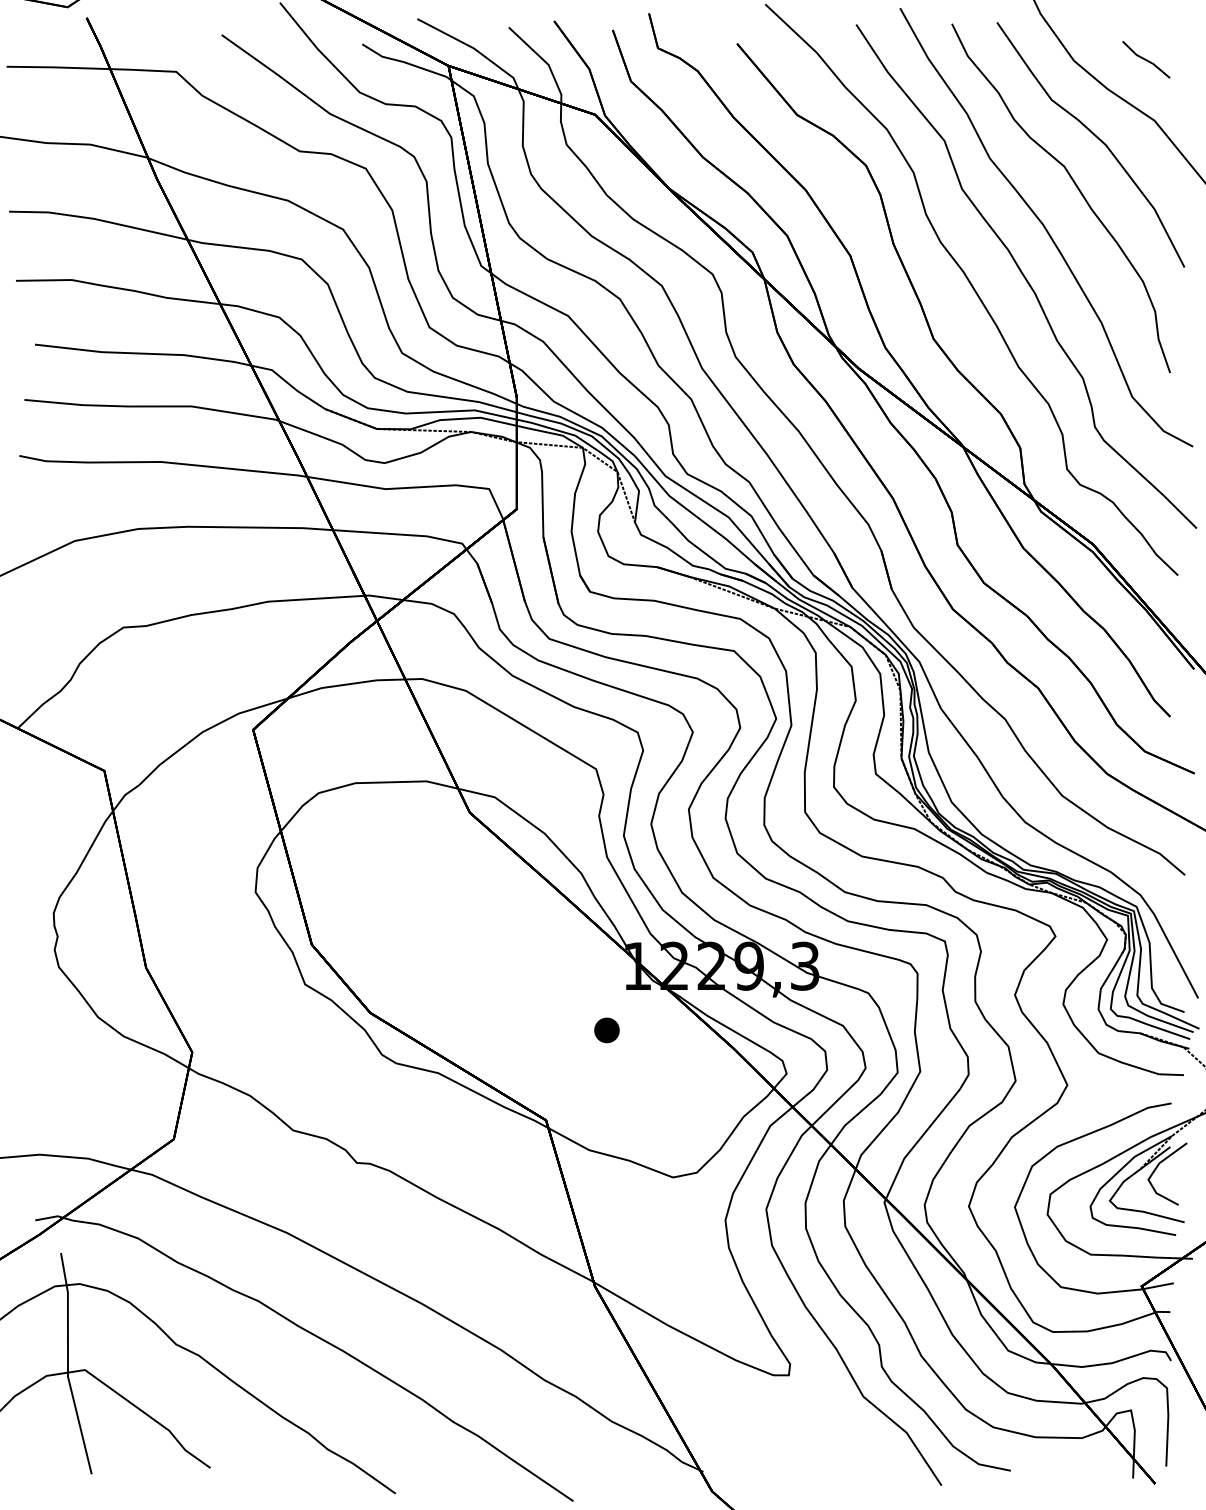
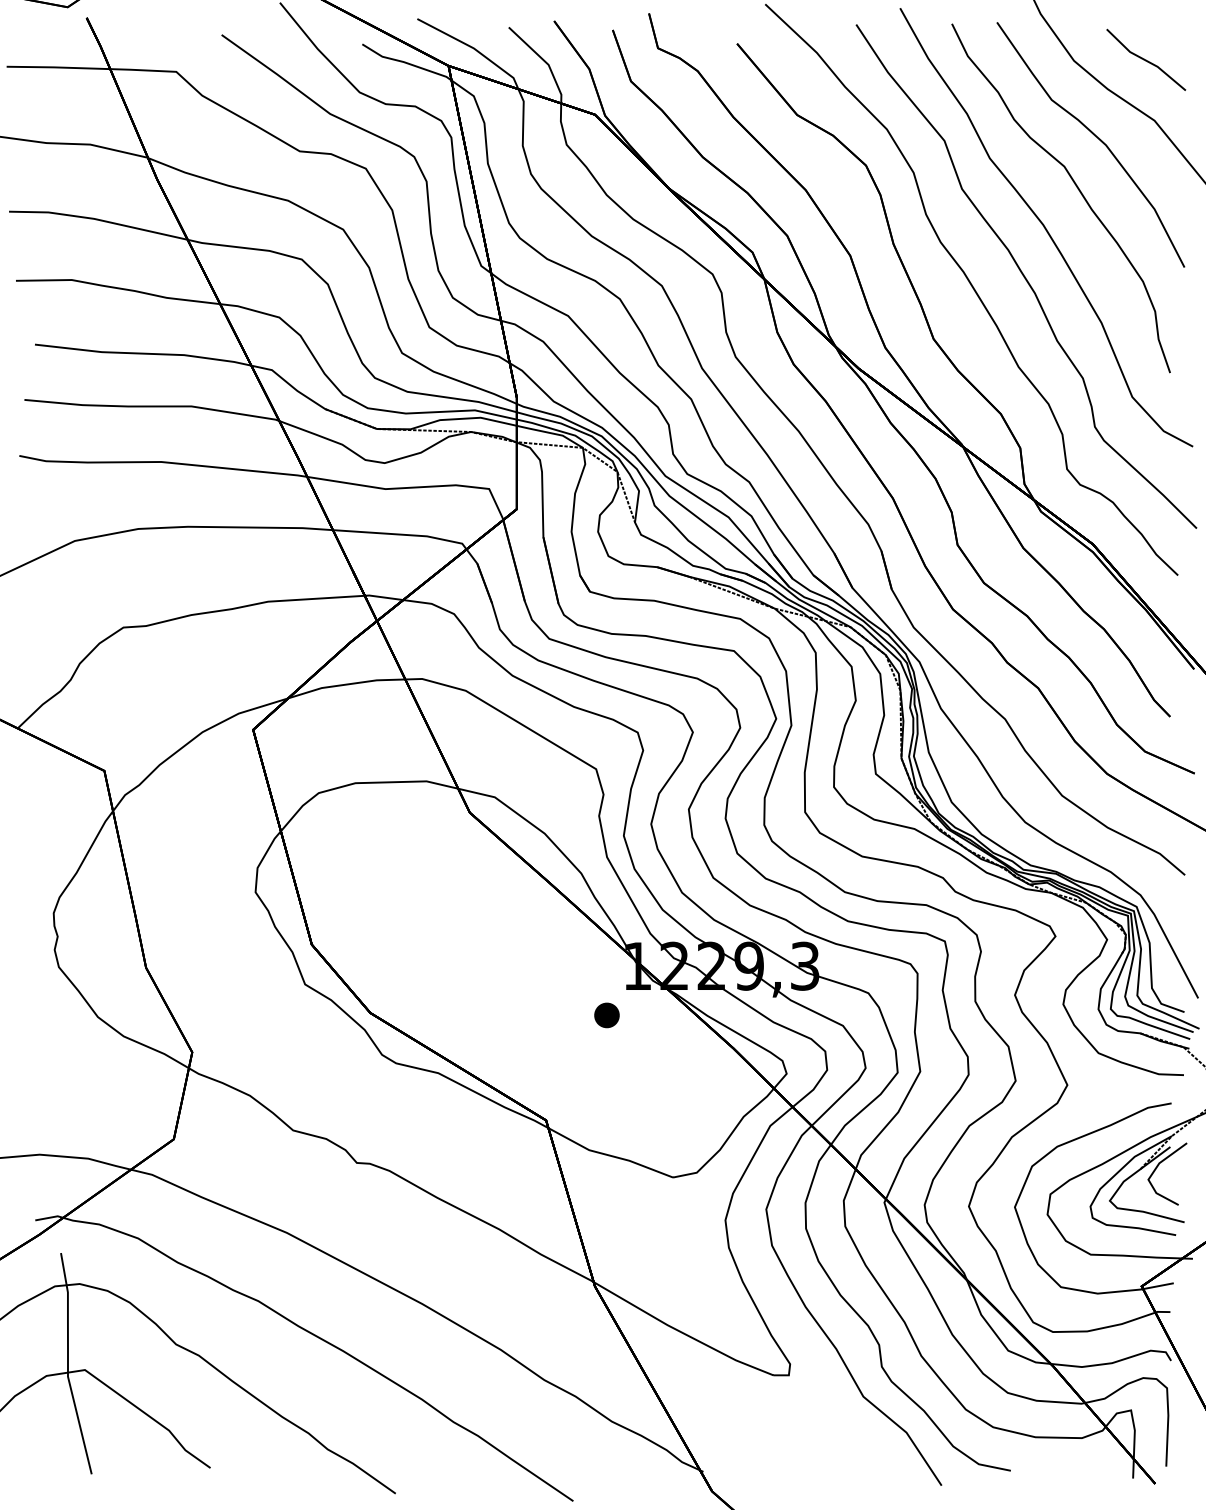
part at (1146, 59) size: 49x38 px -> 81x63 px
part at (606, 1030) position: (606, 1030) -> (606, 1015)
